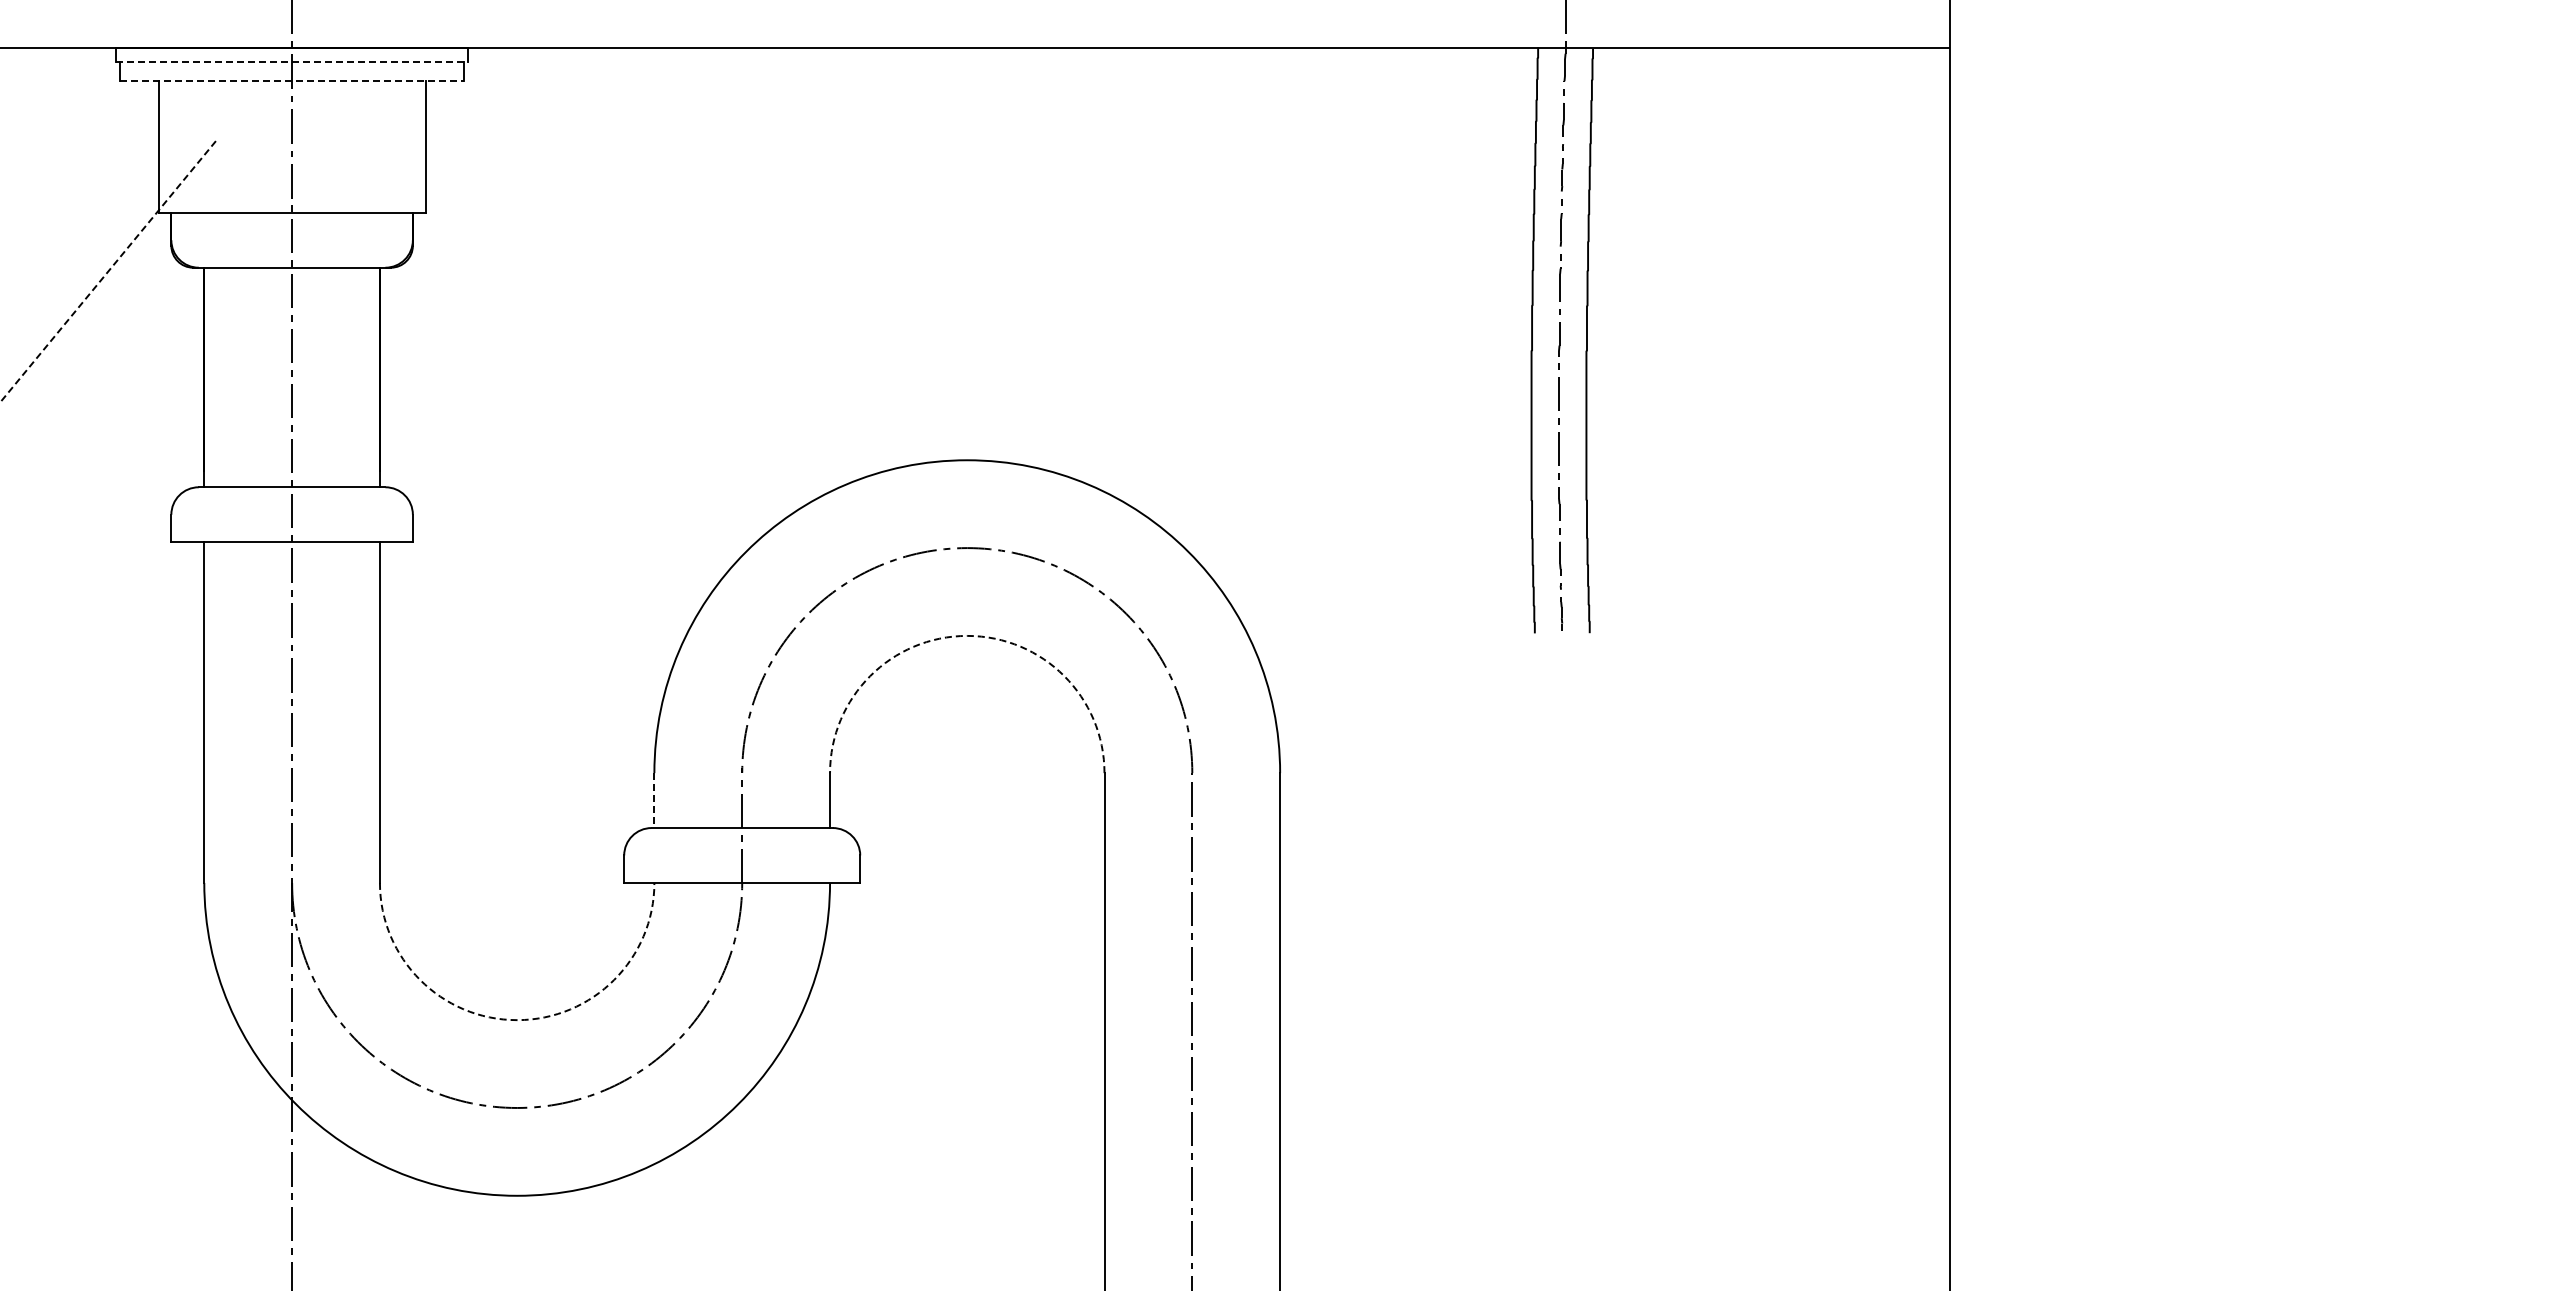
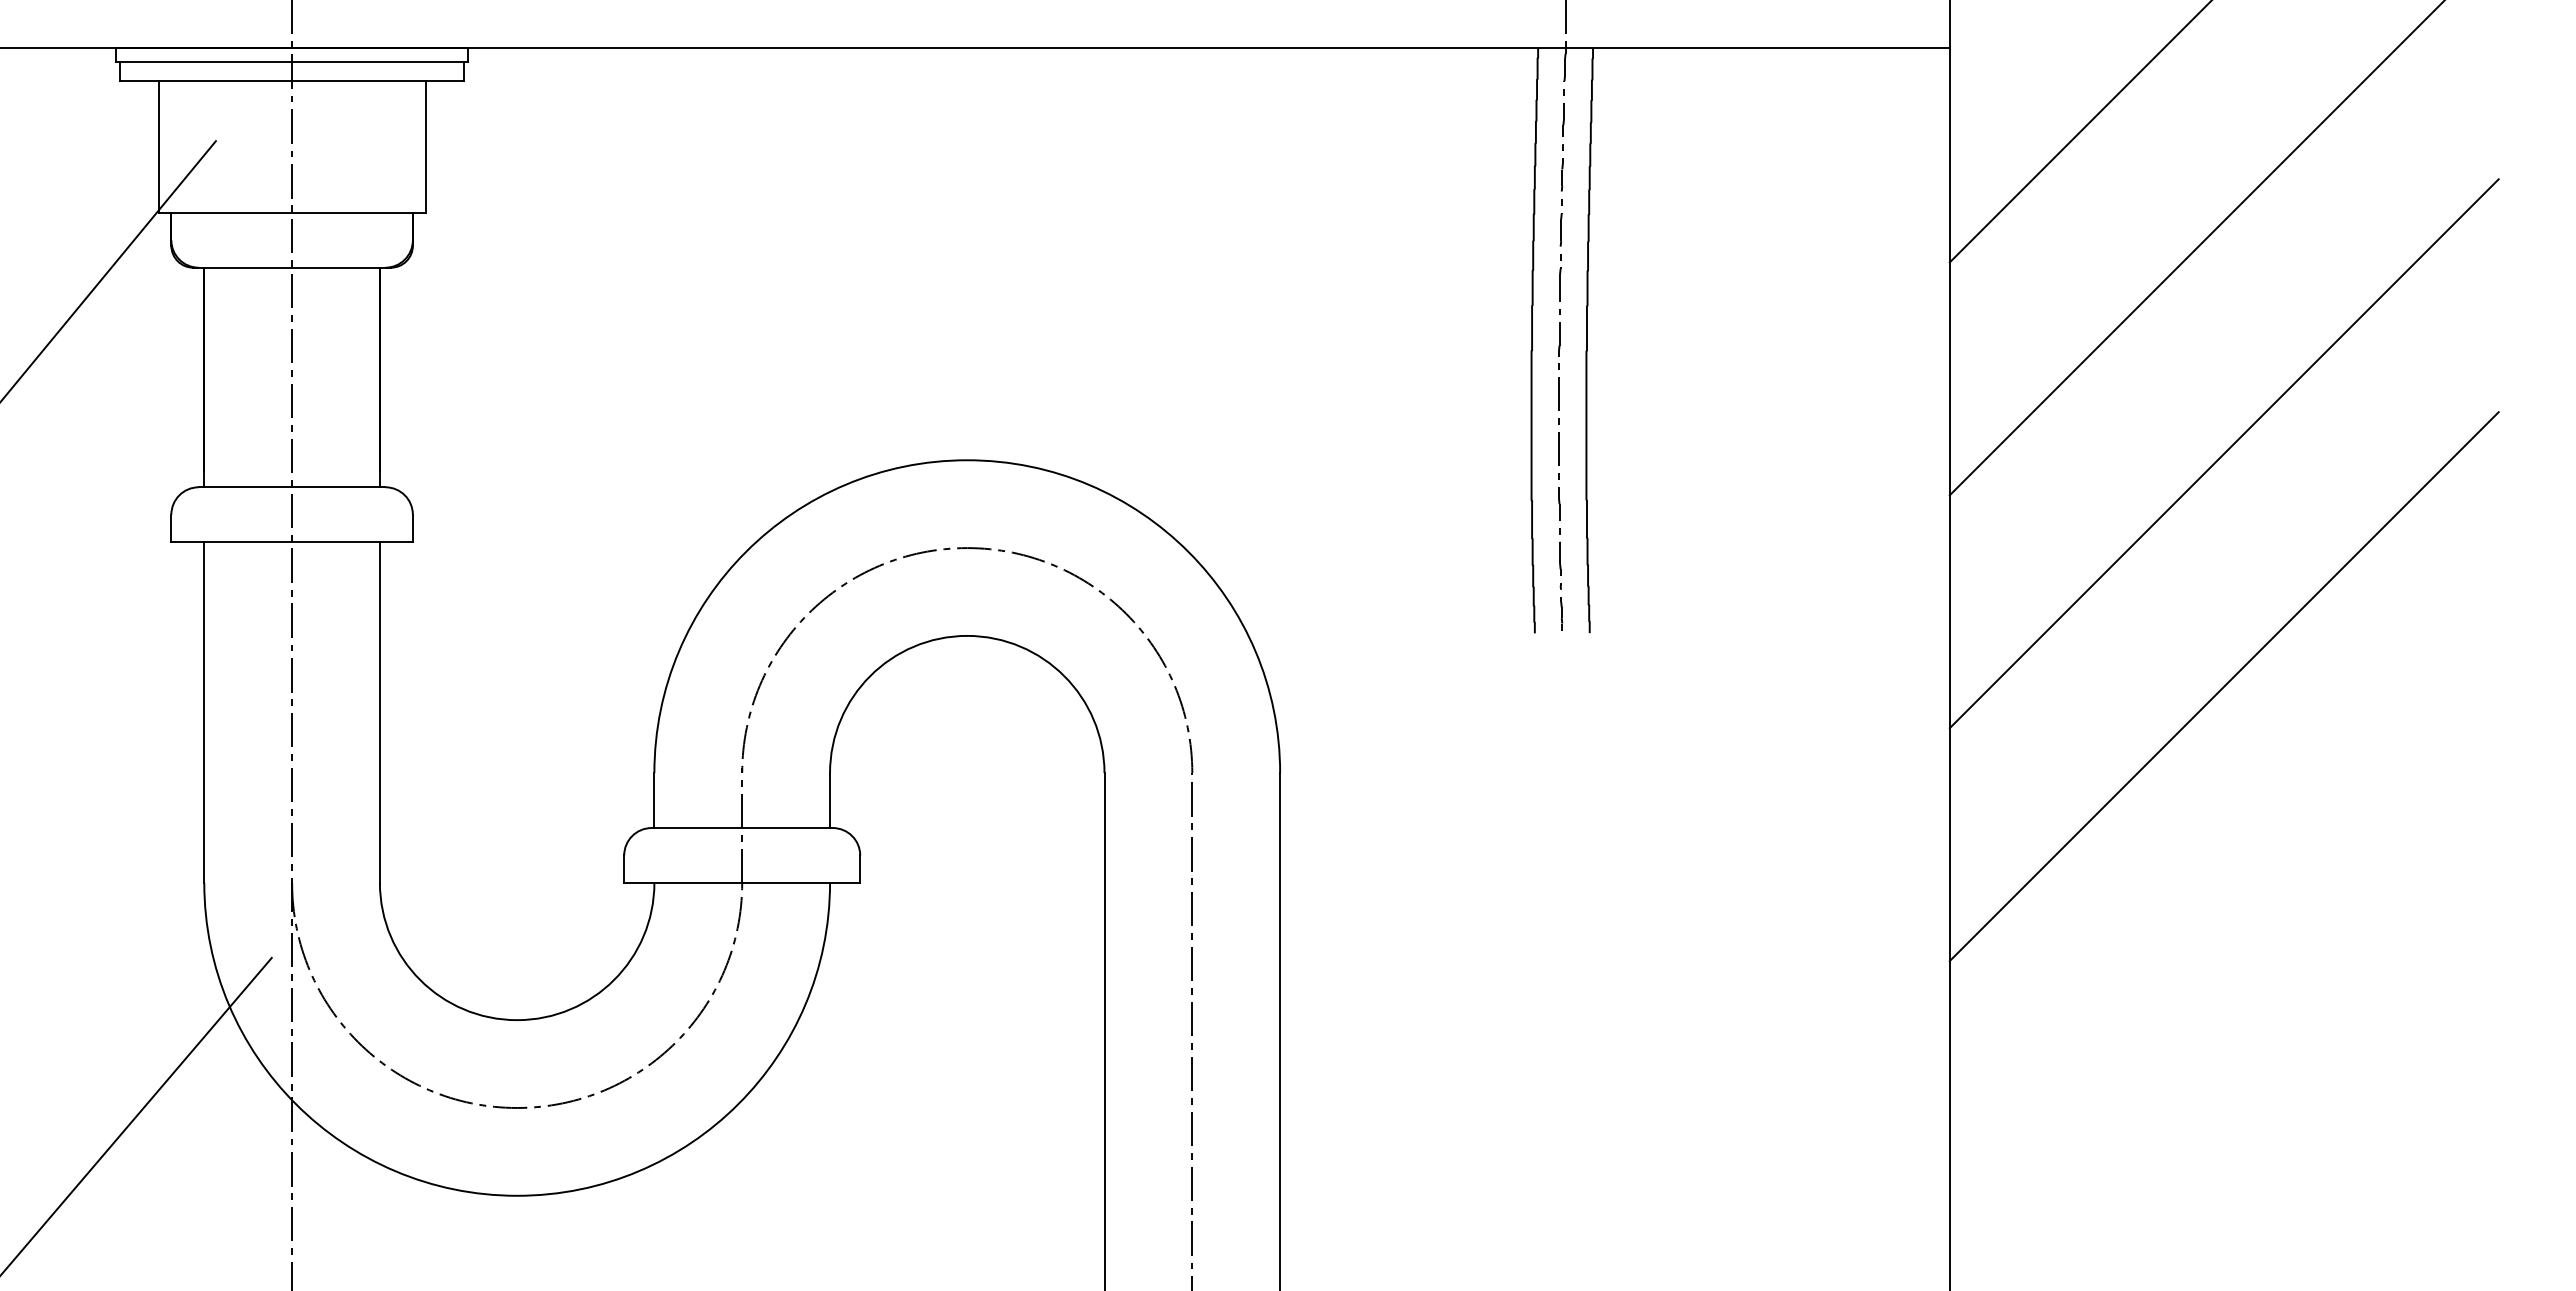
line at (292, 61): dashed -> solid
line at (292, 81): dashed -> solid
line at (2079, 132): none -> present
line at (2195, 248): none -> present
line at (107, 272): dashed -> solid
line at (2223, 453): none -> present
arc at (967, 635): dashed -> solid
line at (2223, 686): none -> present
line at (654, 801): dashed -> solid
arc at (517, 1020): dashed -> solid
line at (136, 1115): none -> present
